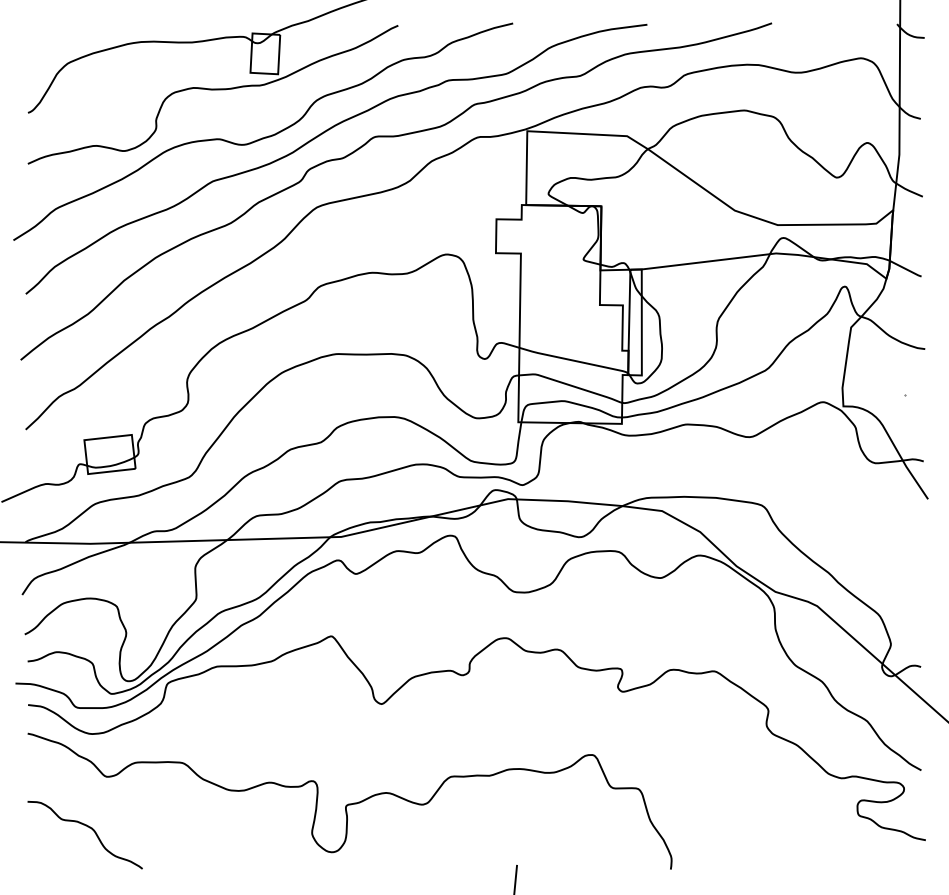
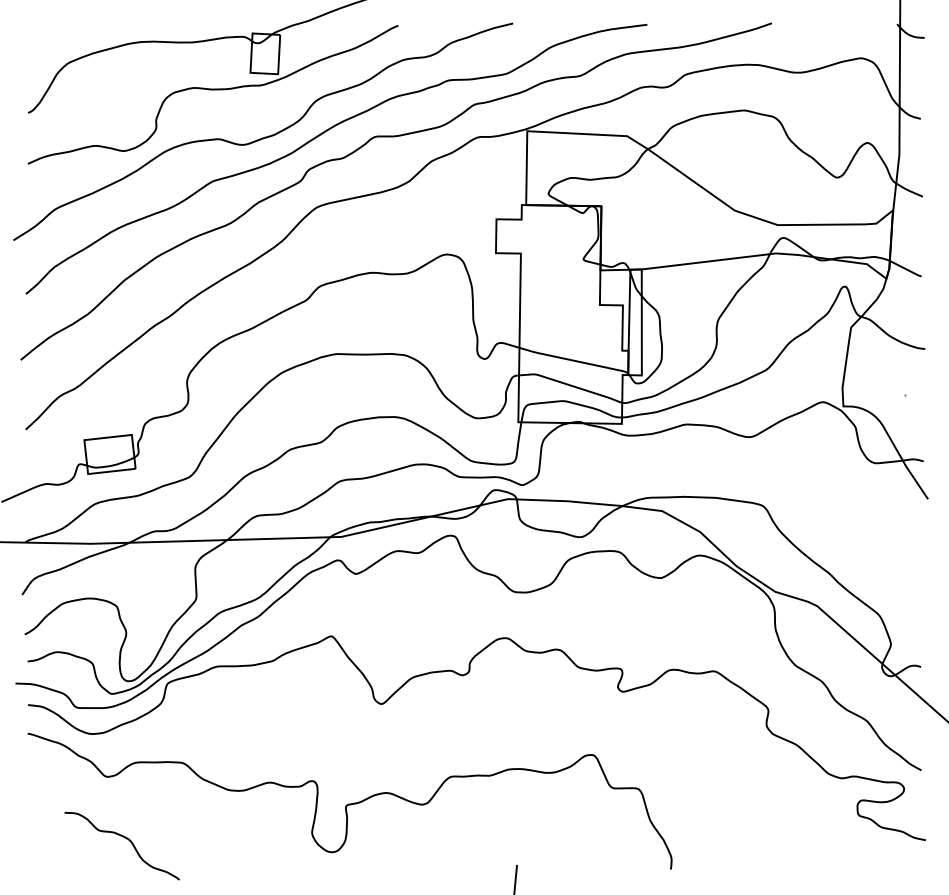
curve at (87, 827) position: (87, 827) -> (124, 838)
